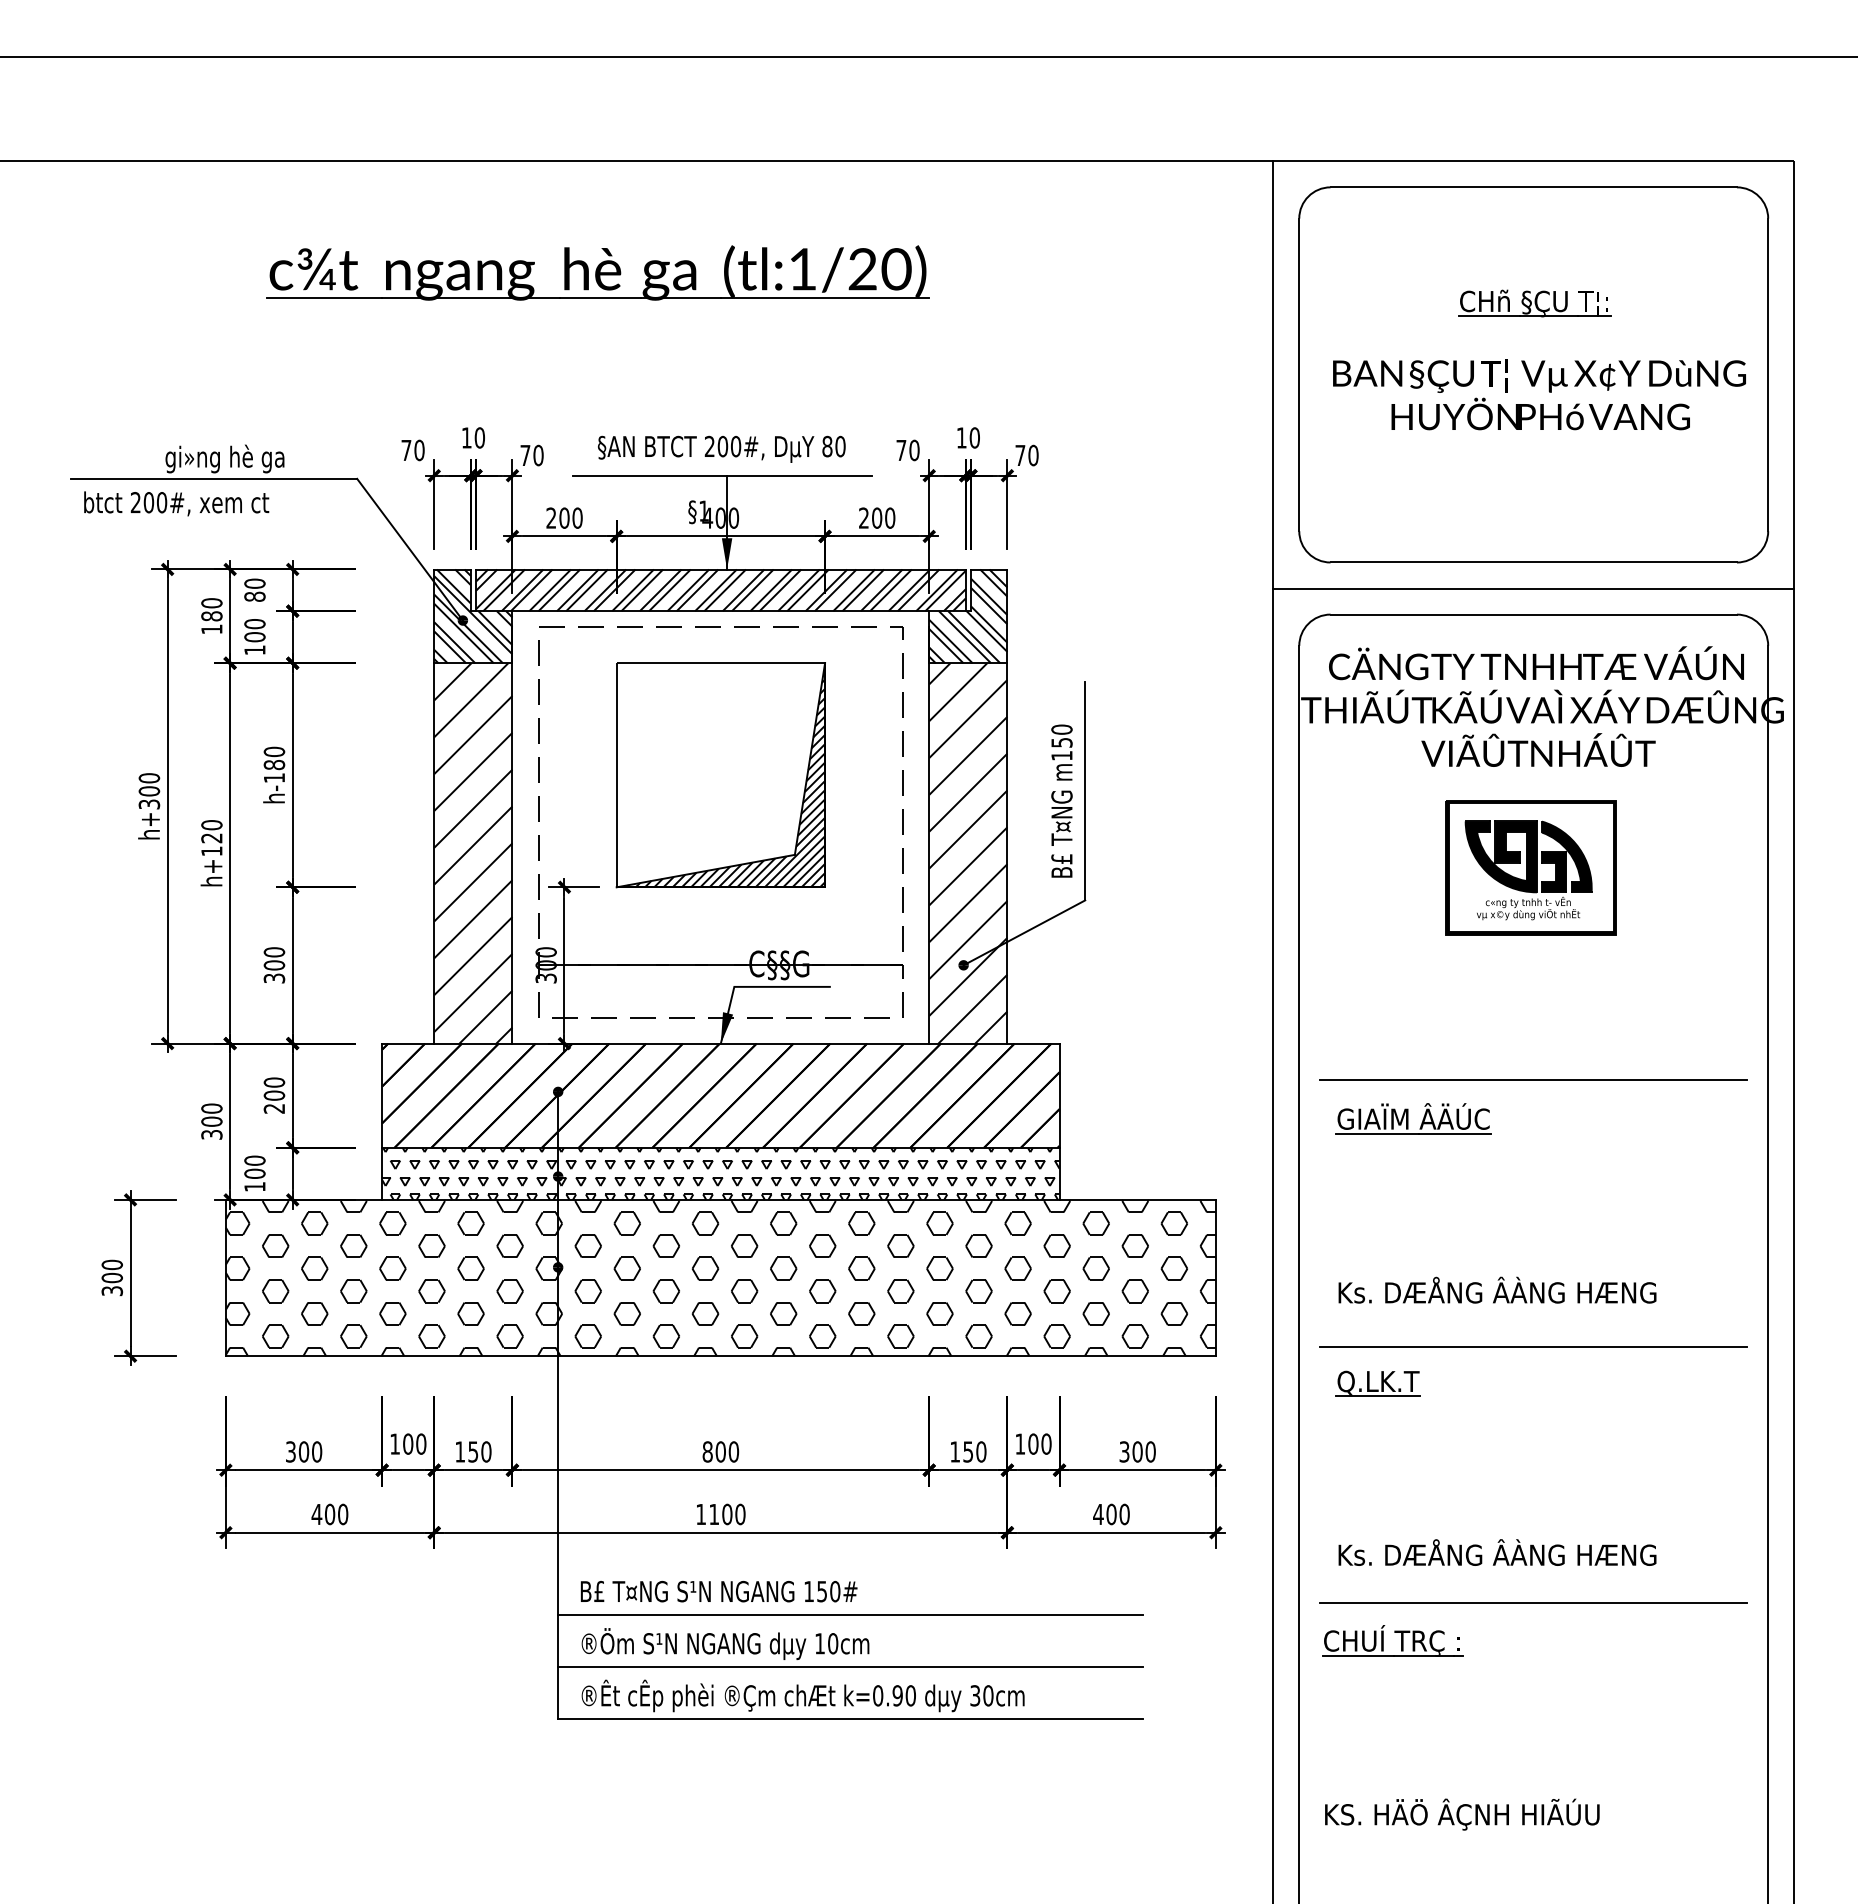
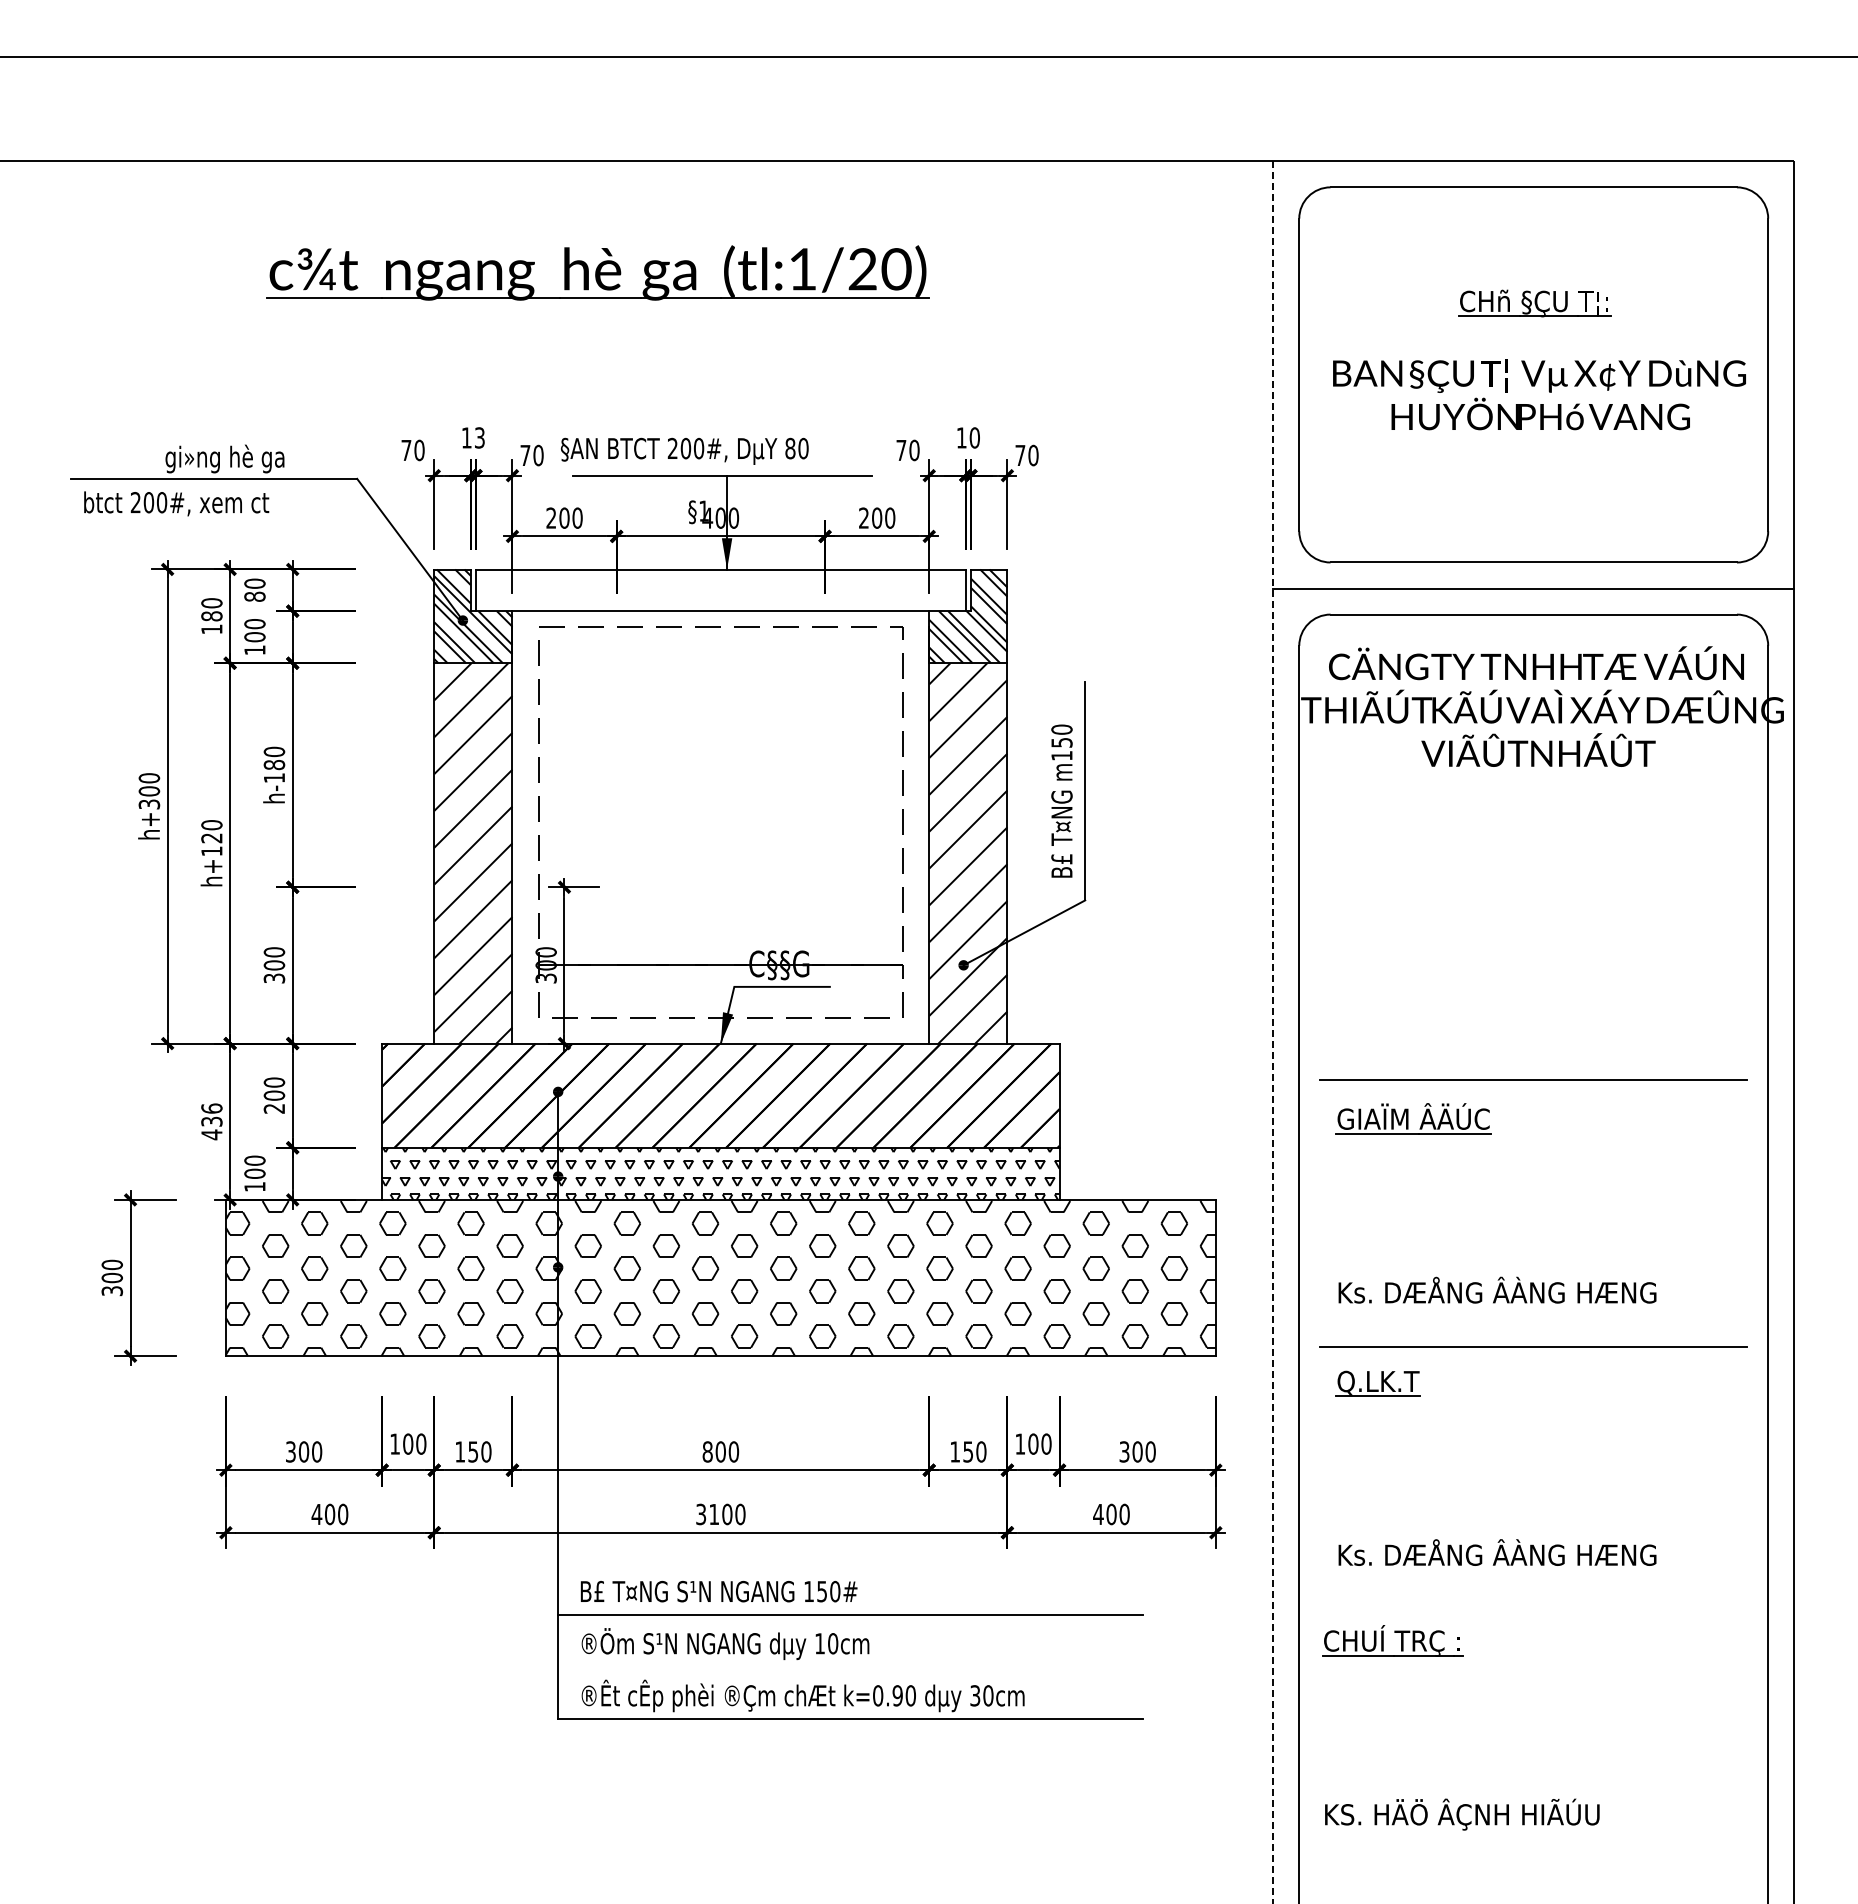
text at (479, 437): 10 -> 13
text at (721, 448) position: (721, 448) -> (684, 450)
hatch at (720, 590): present -> none
part at (720, 775): present -> none
part at (1530, 867): present -> none
line at (1273, 1033): solid -> dashed
text at (211, 1121): 300 -> 436
text at (700, 1514): 1100 -> 3100
line at (1533, 1603): present -> none
line at (850, 1666): present -> none
